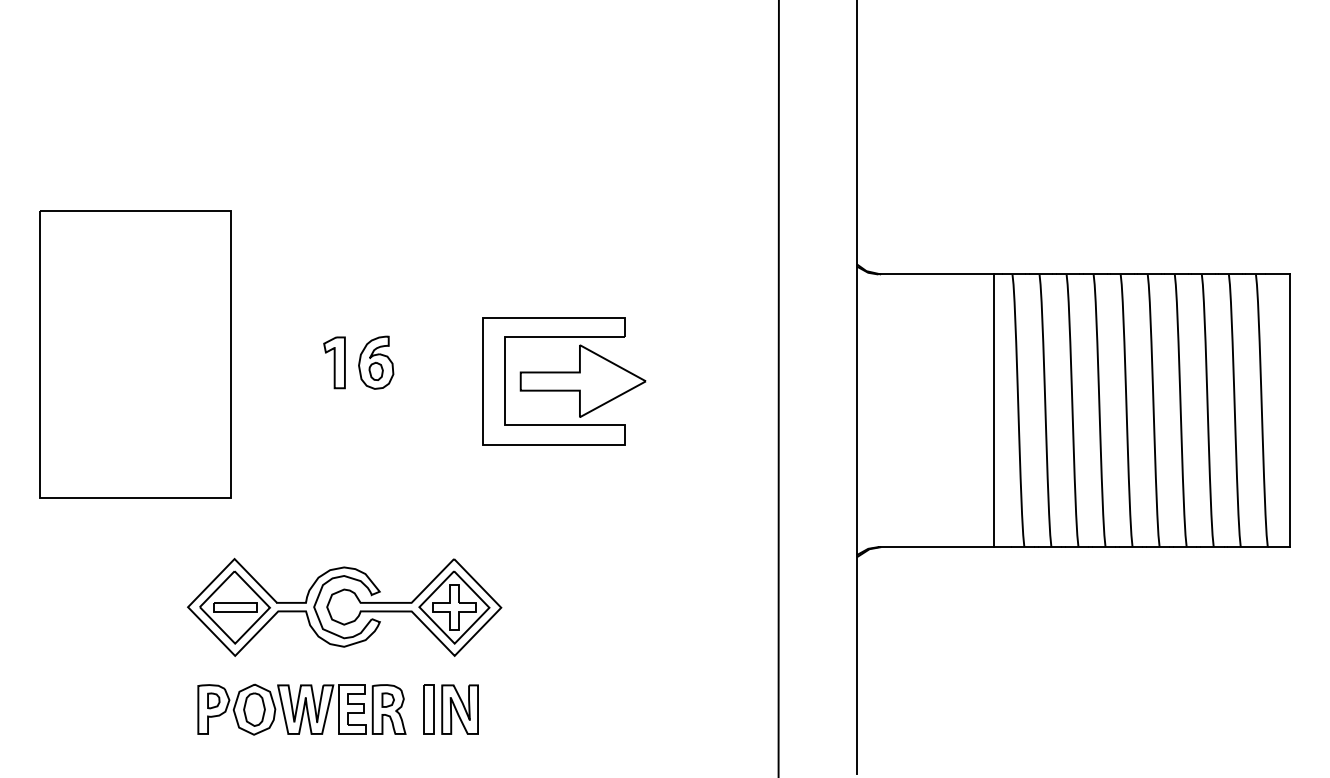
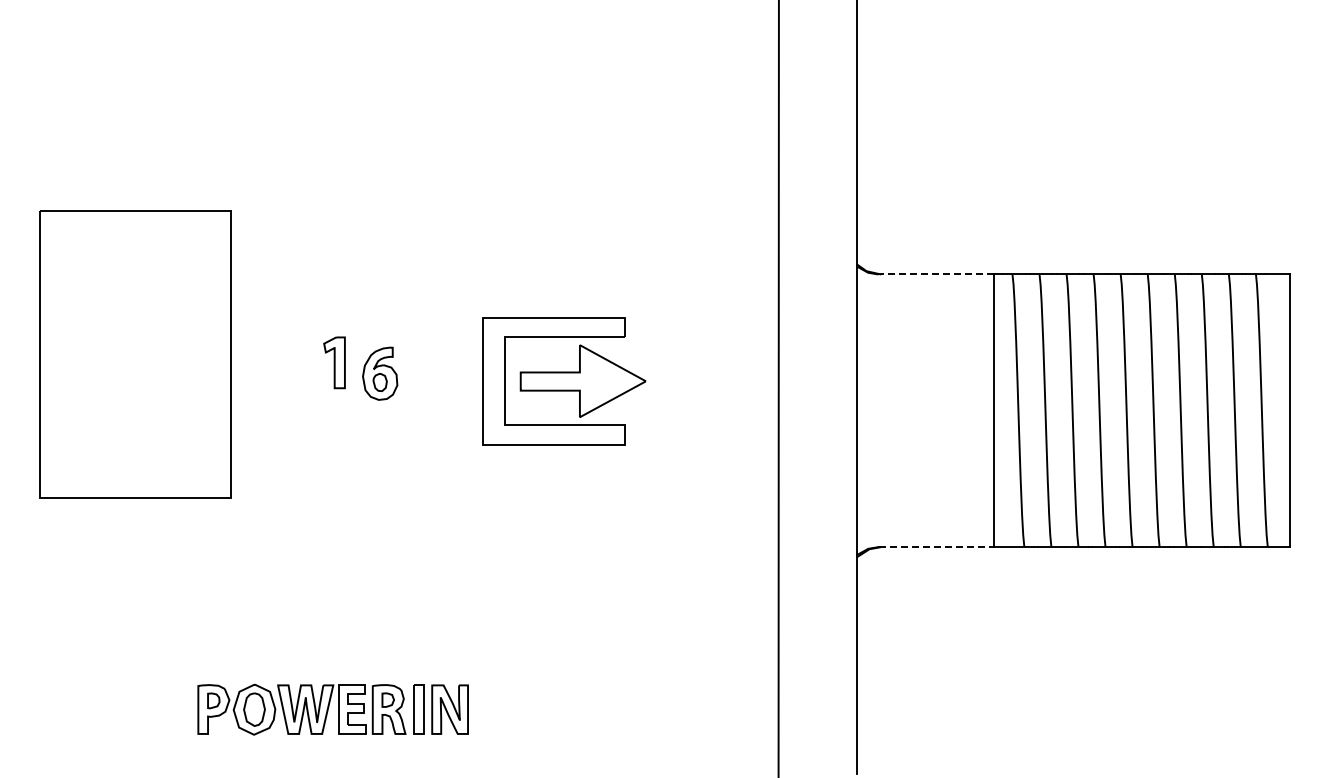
line at (935, 274): solid -> dashed
part at (376, 362) position: (376, 362) -> (380, 373)
line at (936, 547): solid -> dashed
part at (344, 606): present -> none
part at (450, 709) position: (450, 709) -> (440, 709)
